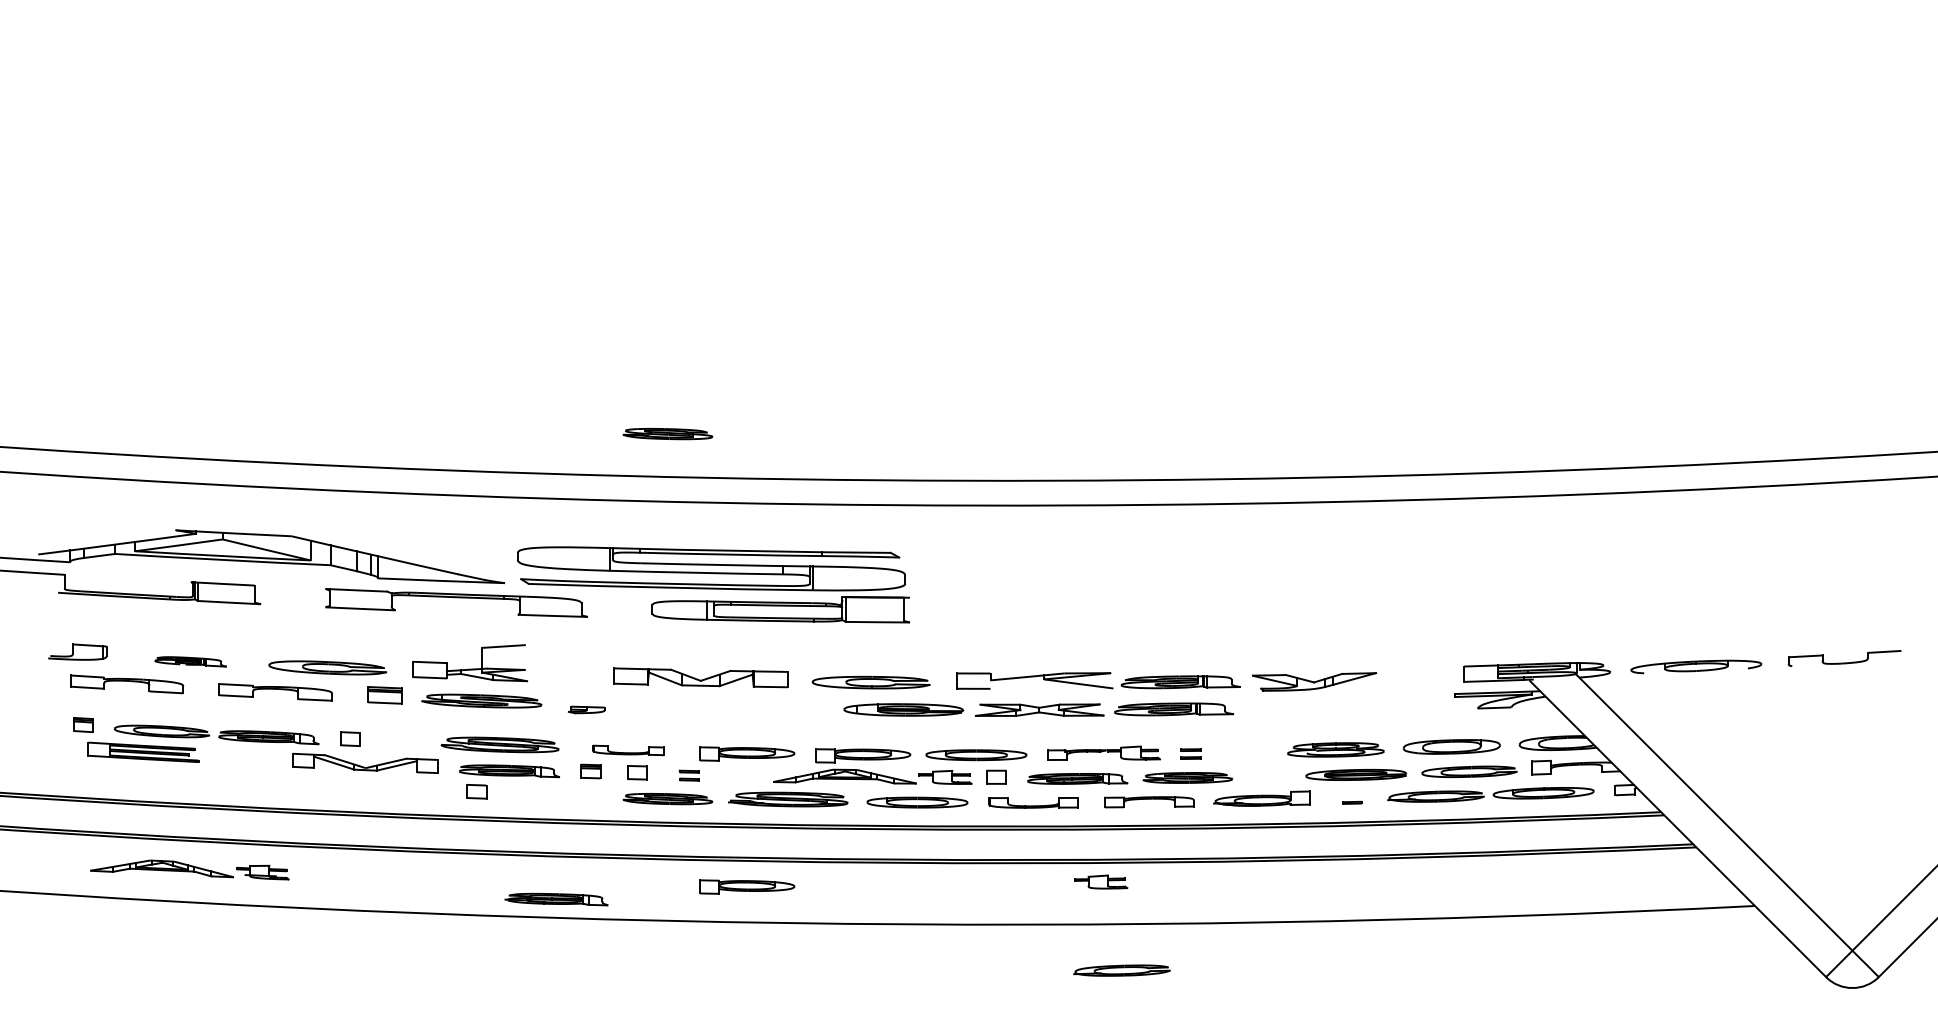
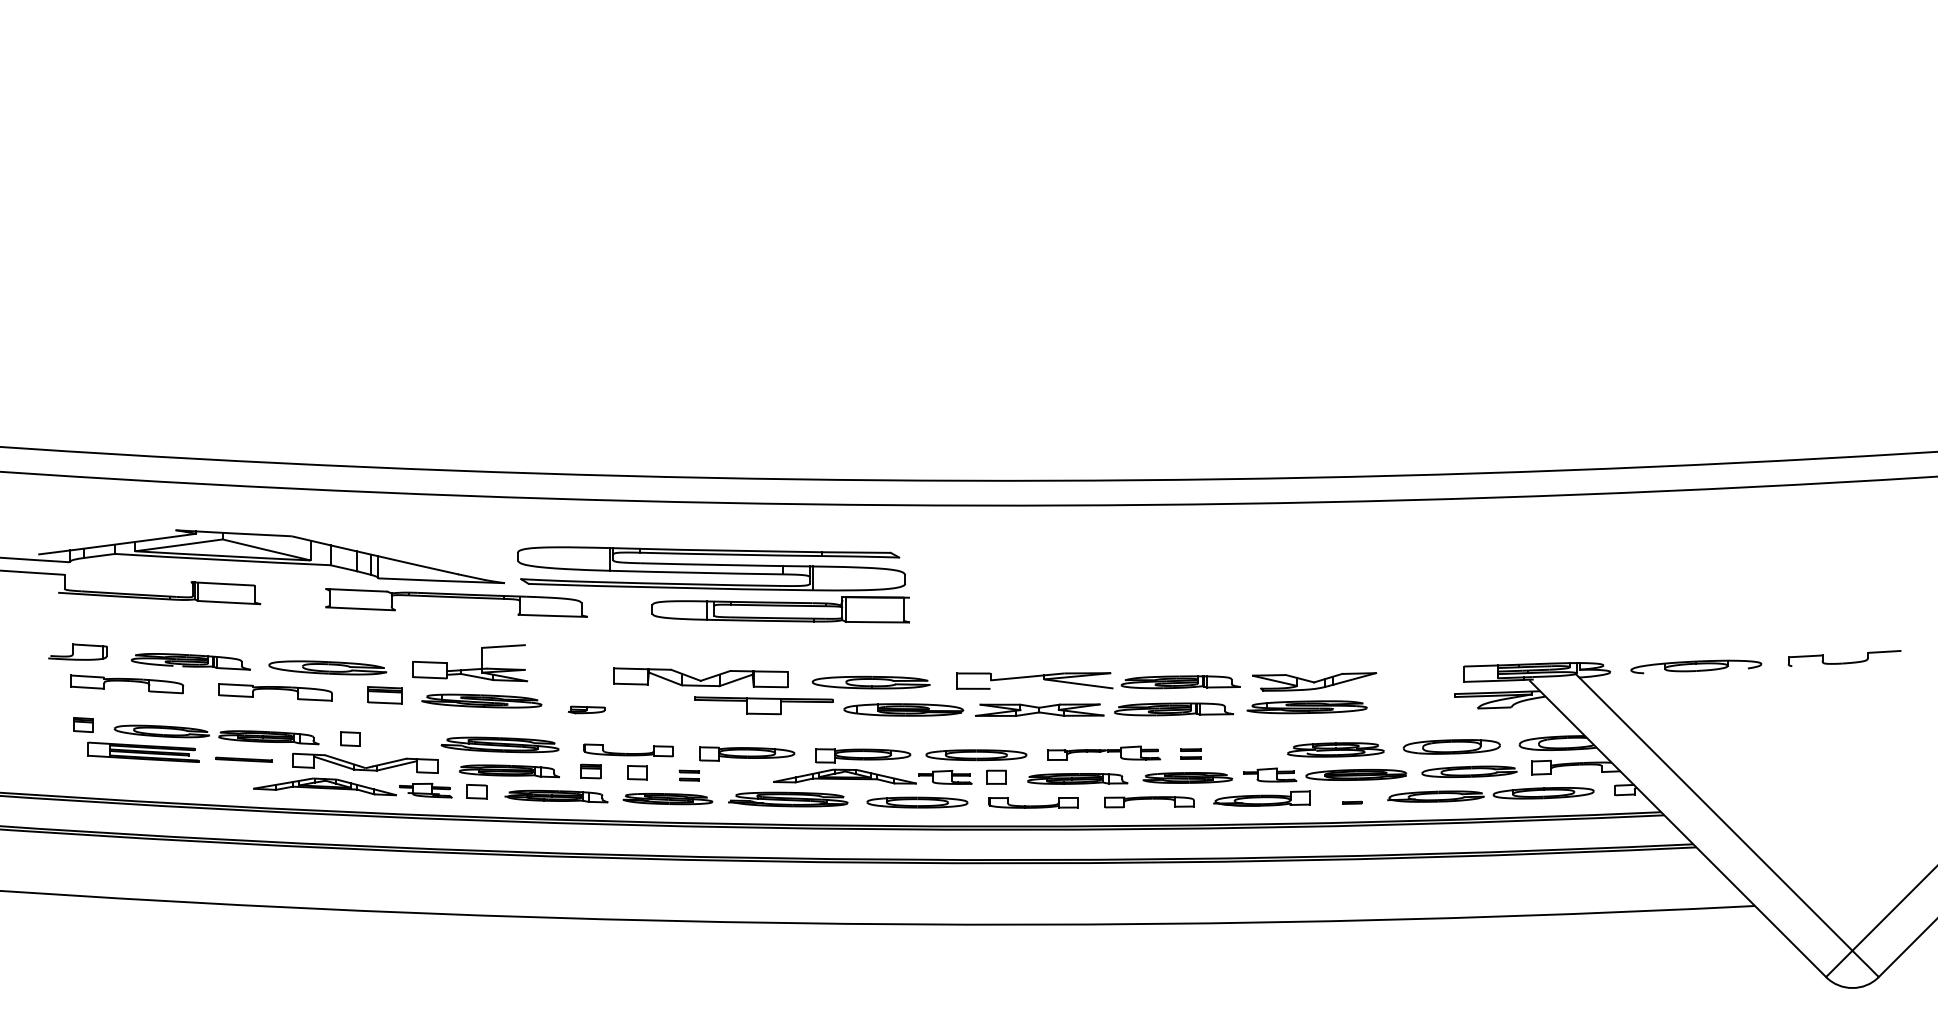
part at (667, 434): present -> none
part at (190, 661) size: 73x12 px -> 121x18 px
part at (763, 705): none -> present
part at (1306, 707): none -> present
part at (628, 750) size: 73x13 px -> 91x15 px
line at (243, 759): none -> present
part at (189, 869) position: (189, 869) -> (352, 787)
part at (1101, 881) position: (1101, 881) -> (1270, 774)
part at (747, 886): present -> none
part at (556, 899) position: (556, 899) -> (556, 796)
part at (1121, 970): present -> none
